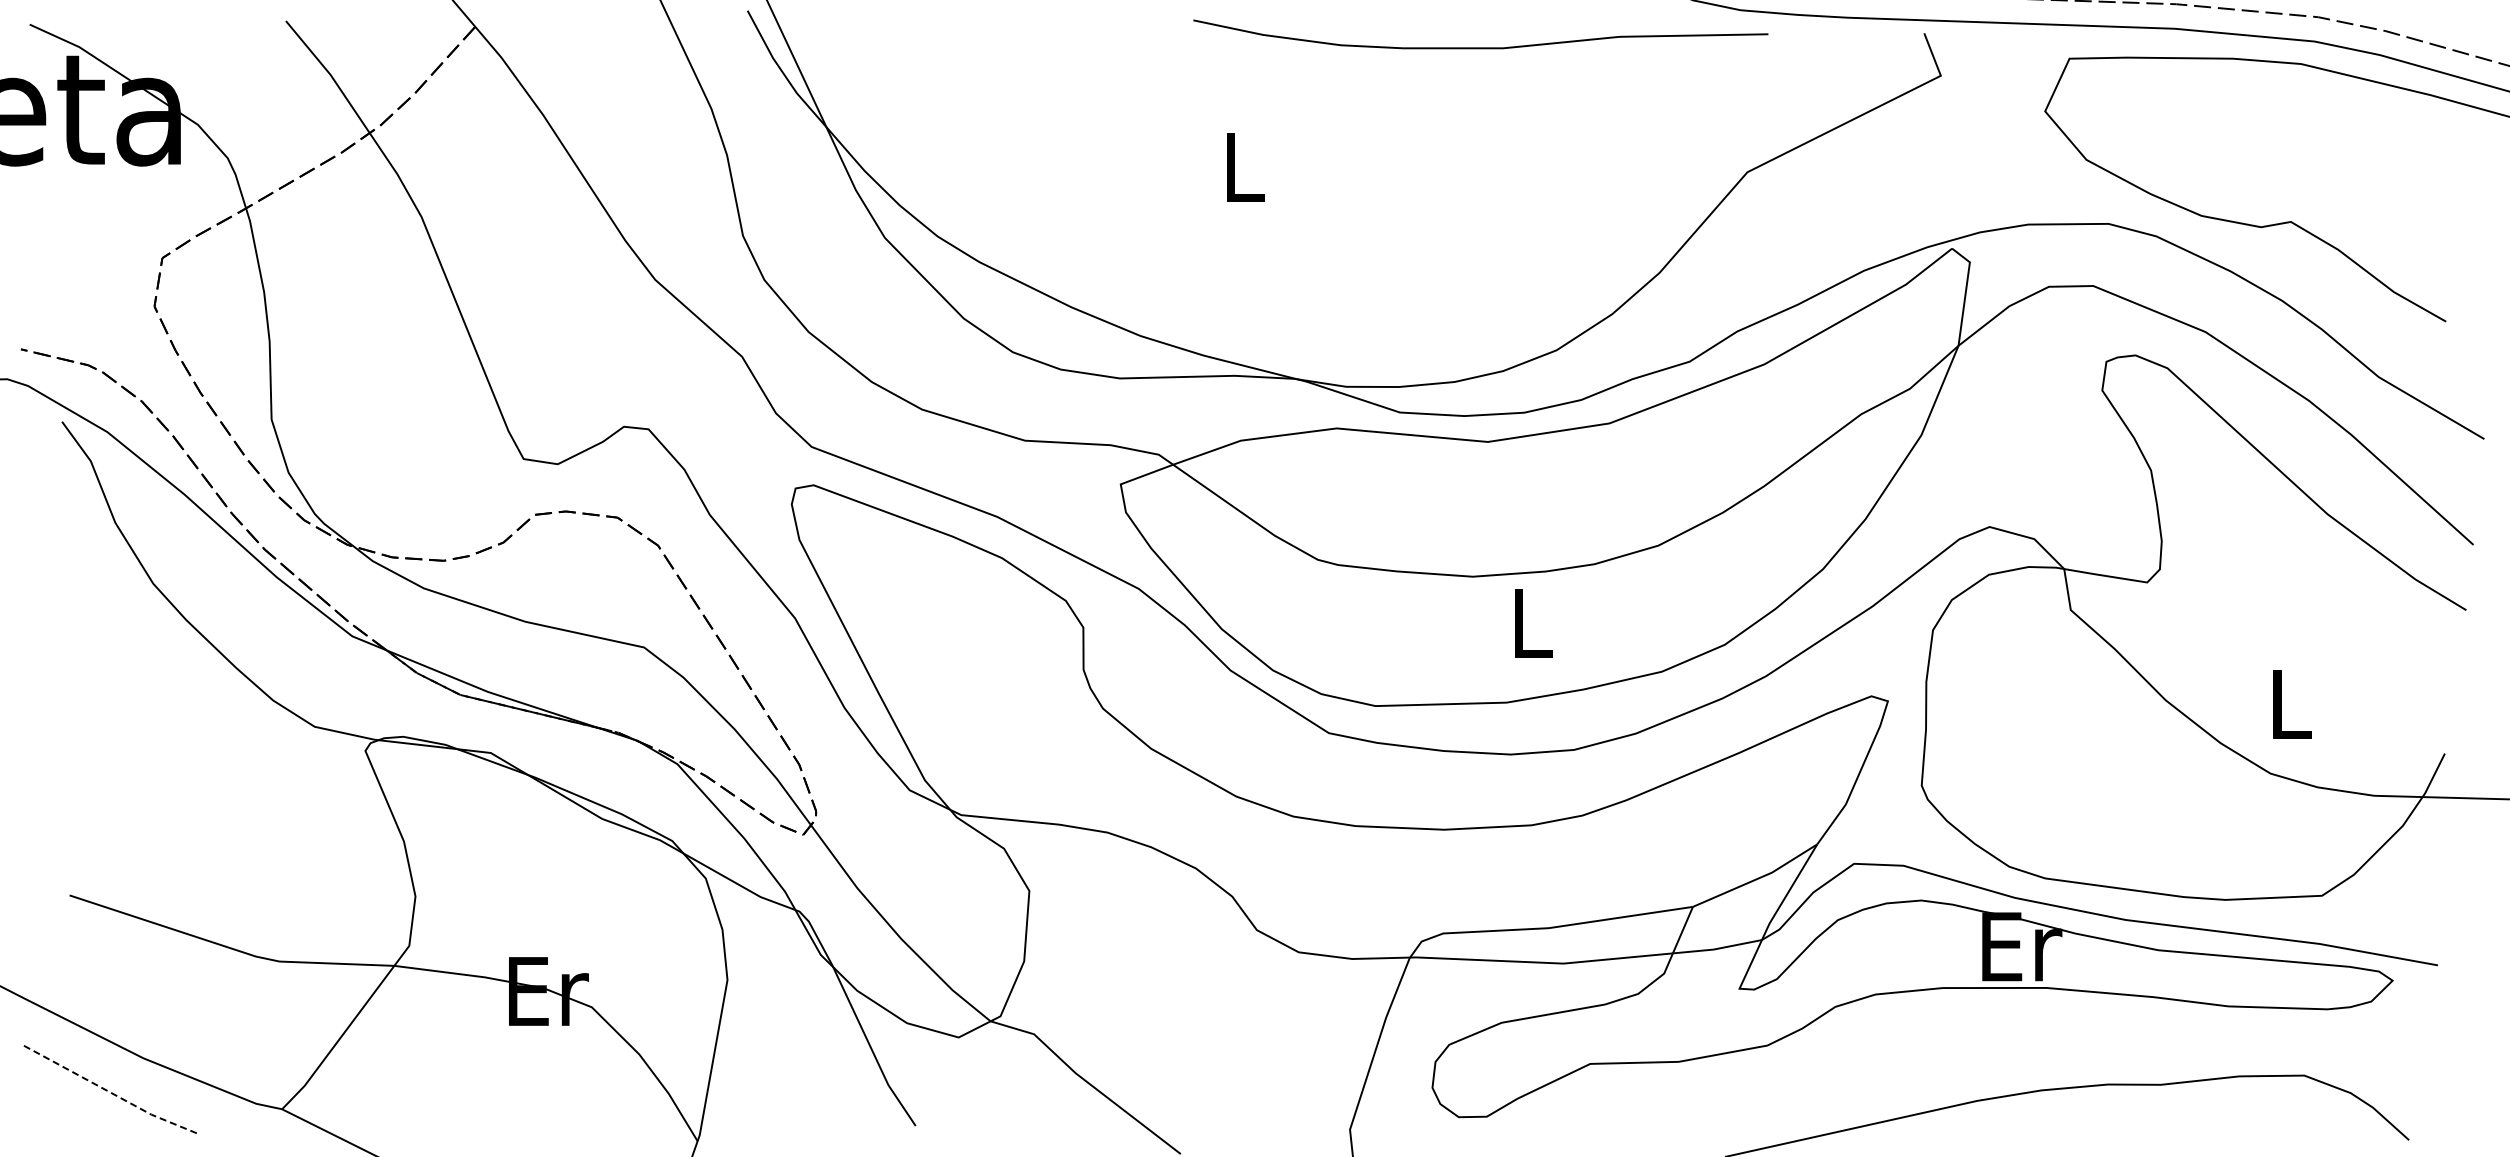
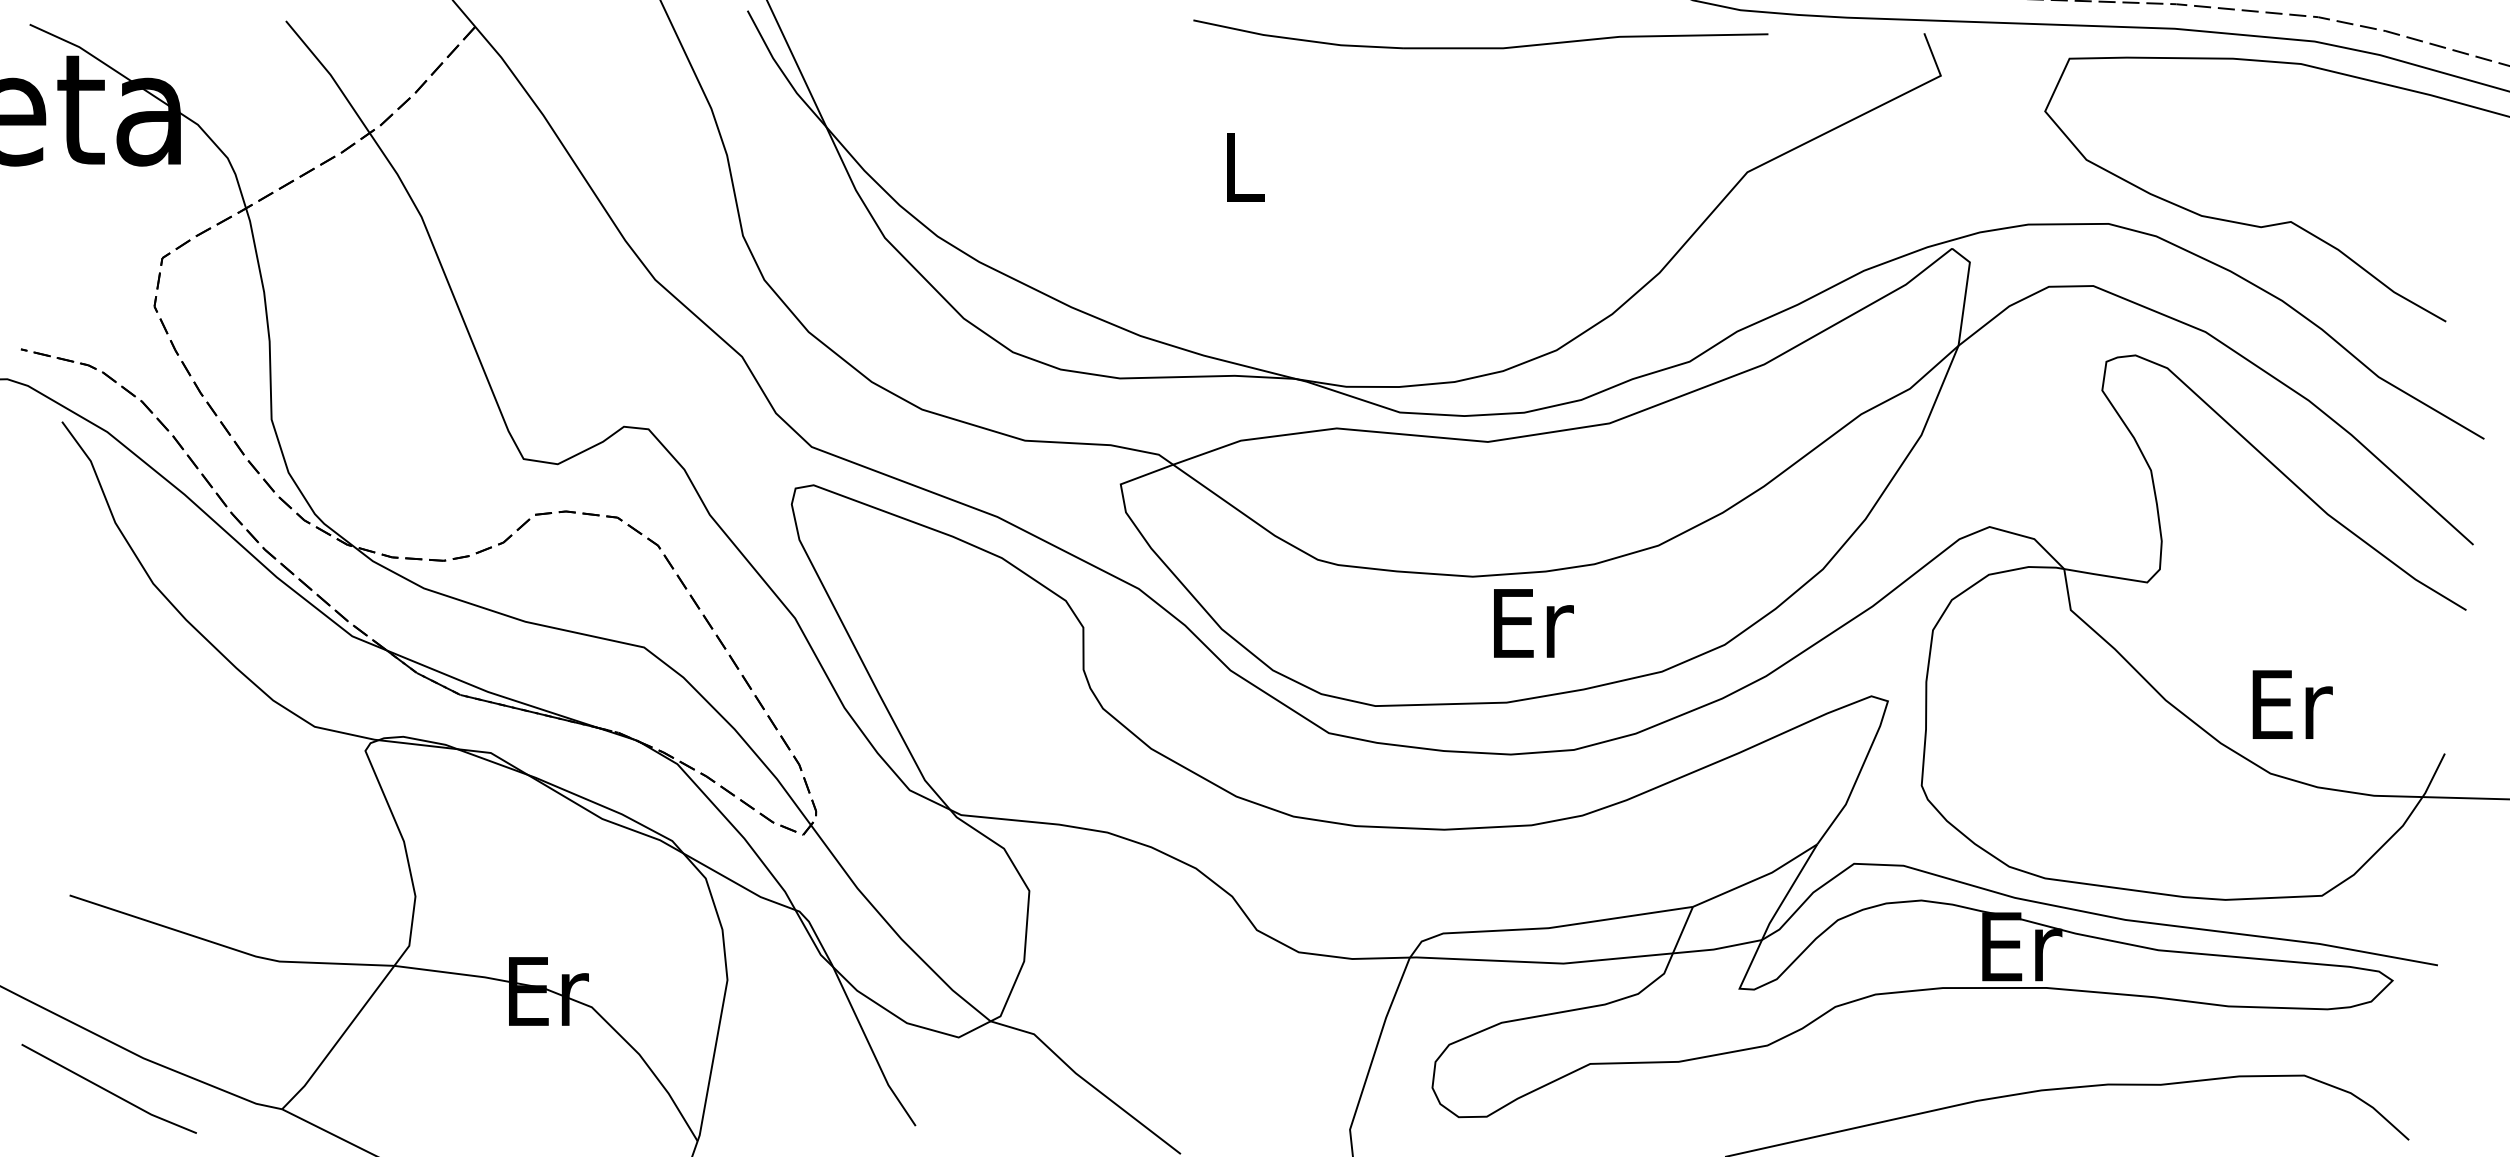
text at (1533, 623): L -> Er
text at (2292, 704): L -> Er
line at (108, 1091): dashed -> solid
